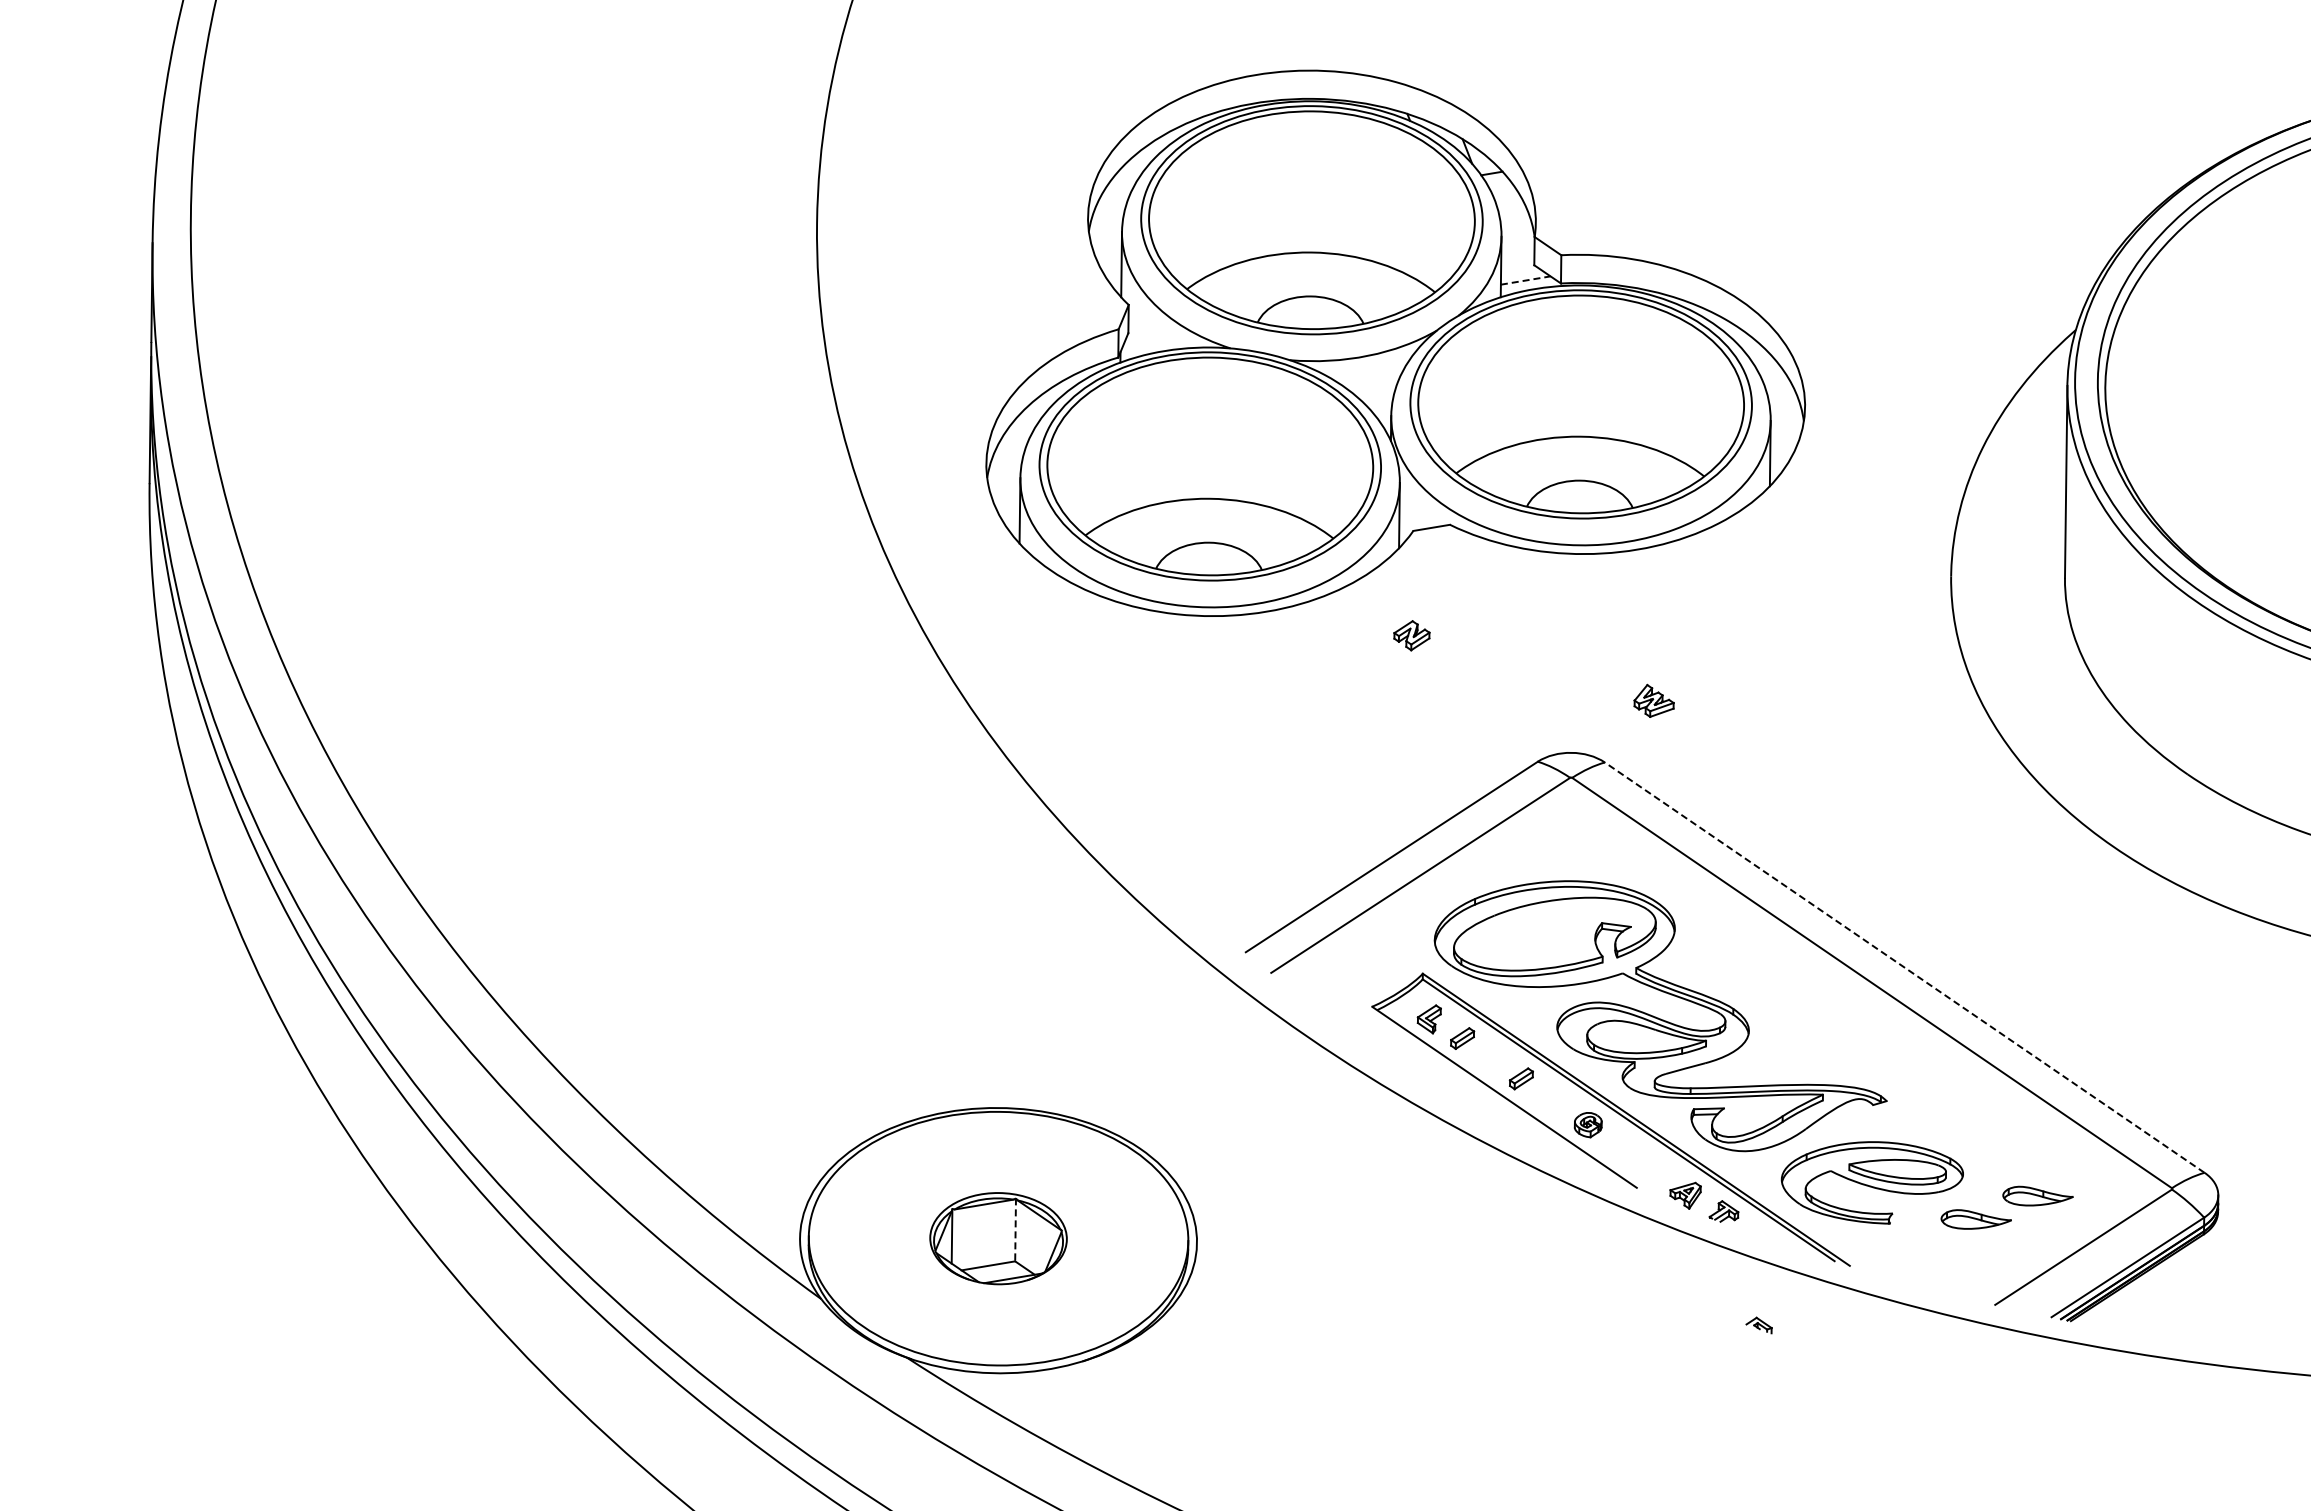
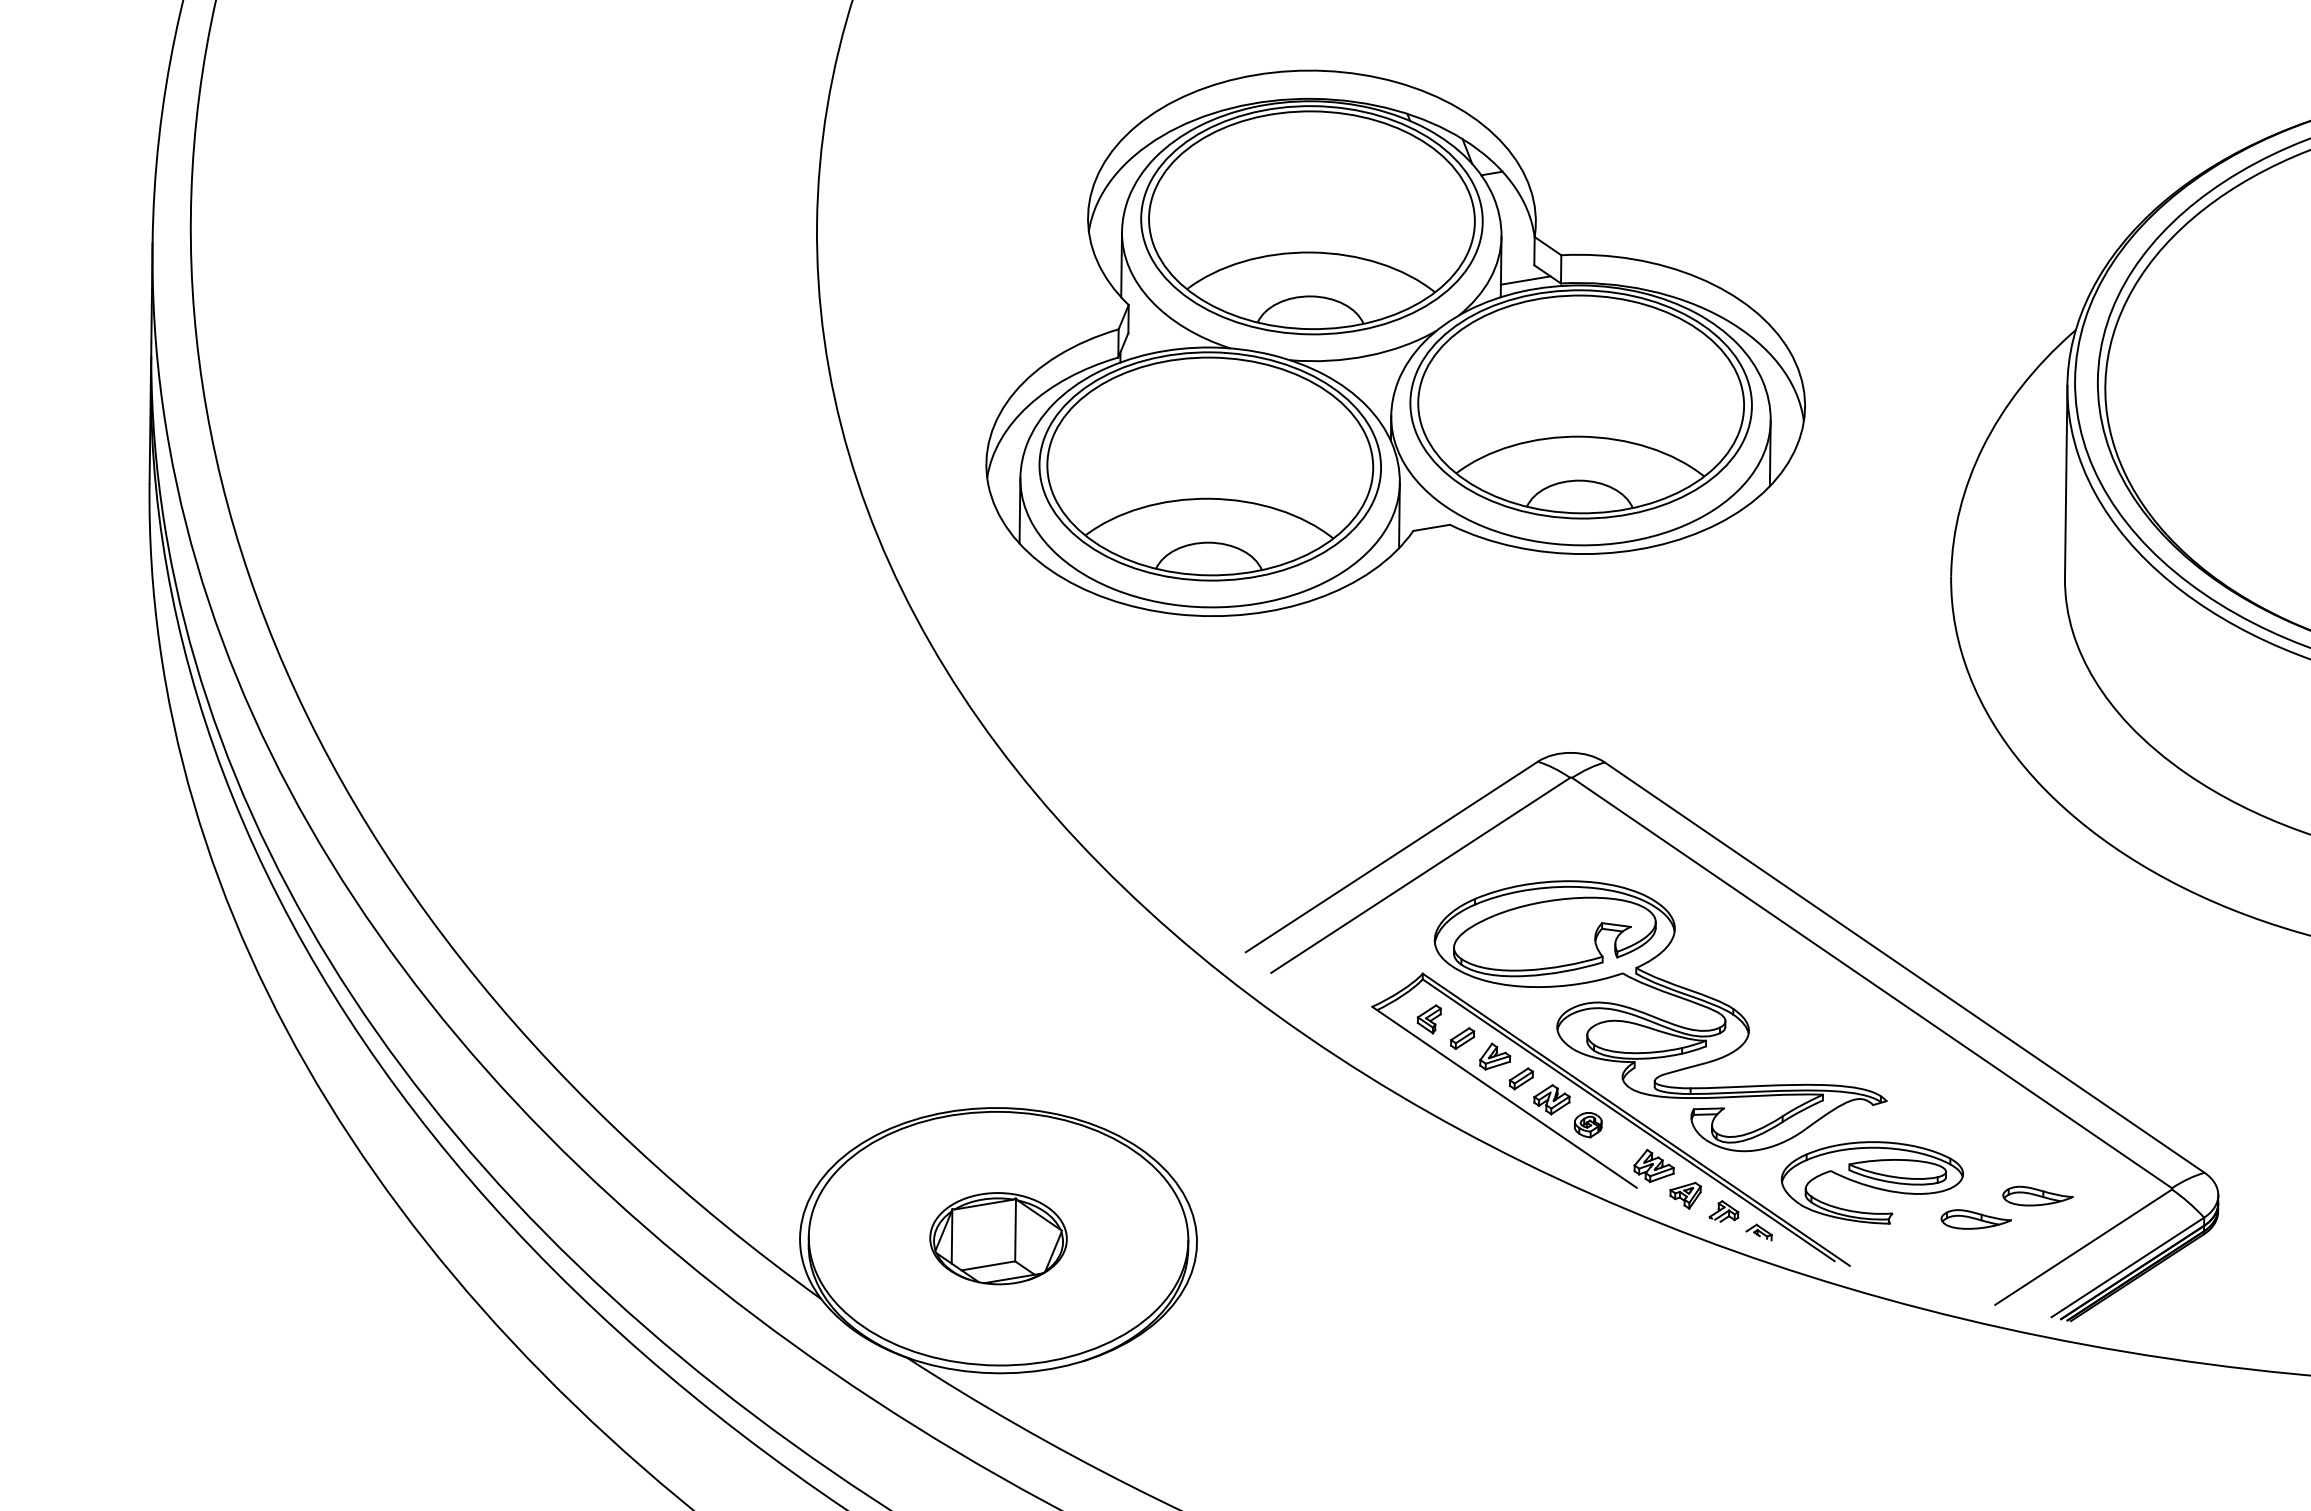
line at (1526, 280): dashed -> solid
part at (1411, 635) position: (1411, 635) -> (1551, 1099)
part at (1653, 700) position: (1653, 700) -> (1653, 1165)
line at (1904, 967): dashed -> solid
part at (1495, 1056): none -> present
line at (1015, 1229): dashed -> solid
part at (1758, 1325) position: (1758, 1325) -> (1758, 1232)
